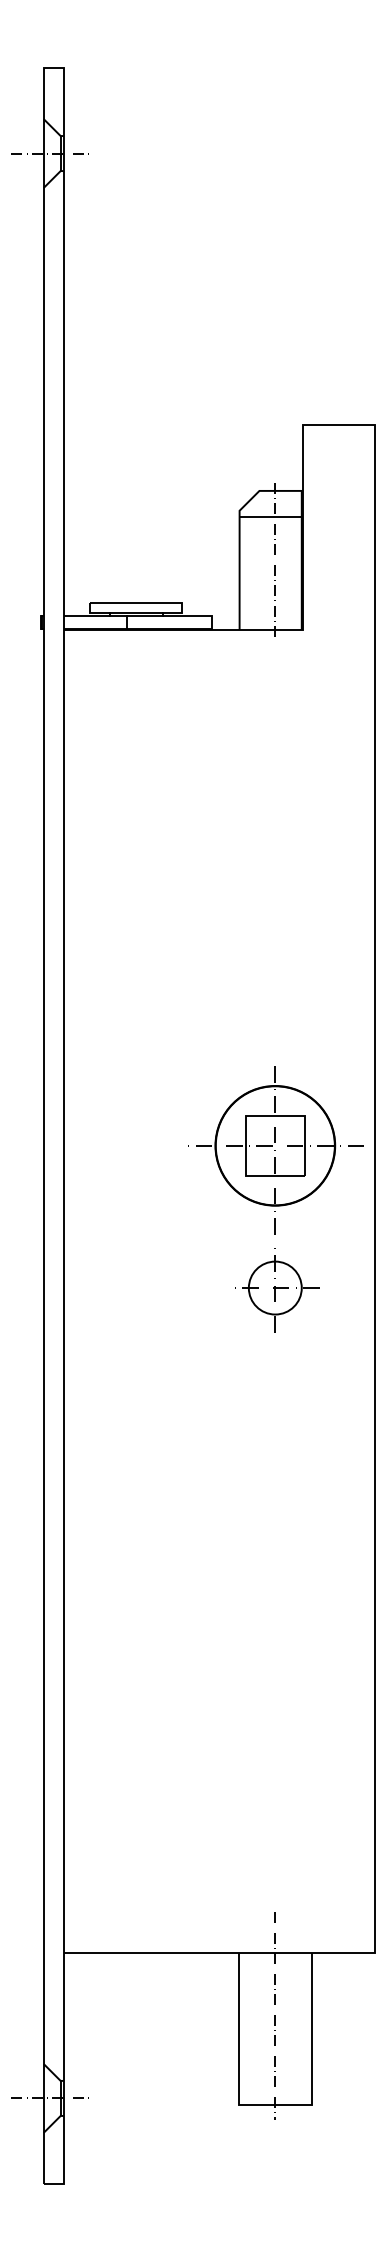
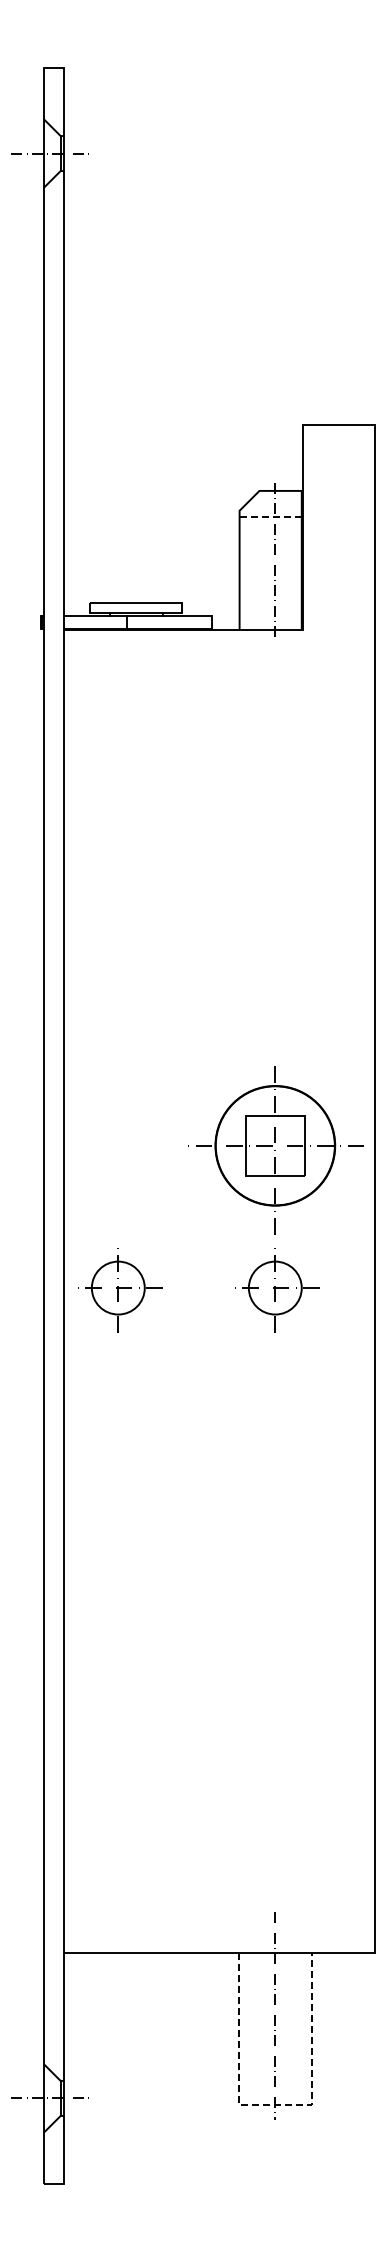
line at (270, 517): solid -> dashed
part at (120, 1290): none -> present
line at (275, 2105): solid -> dashed
